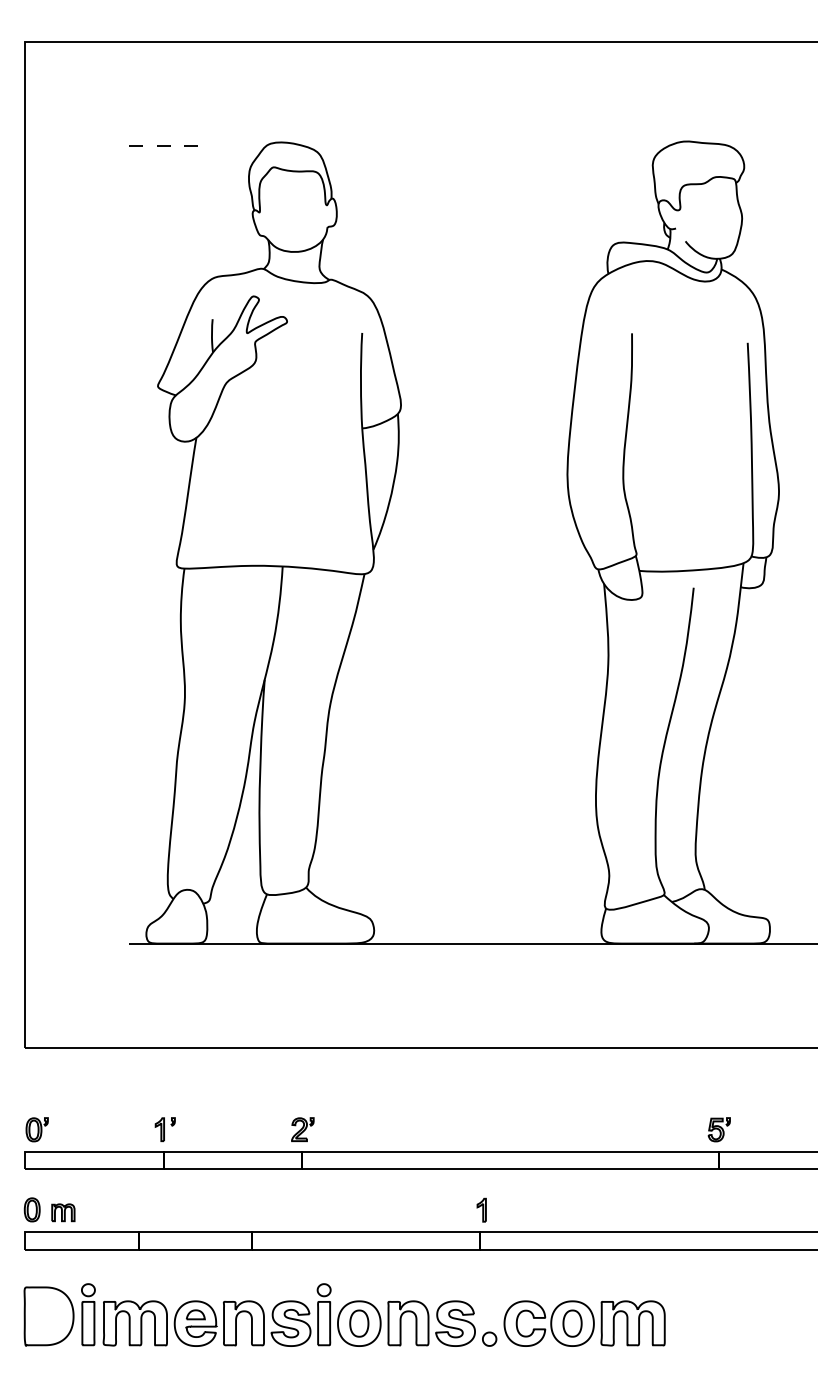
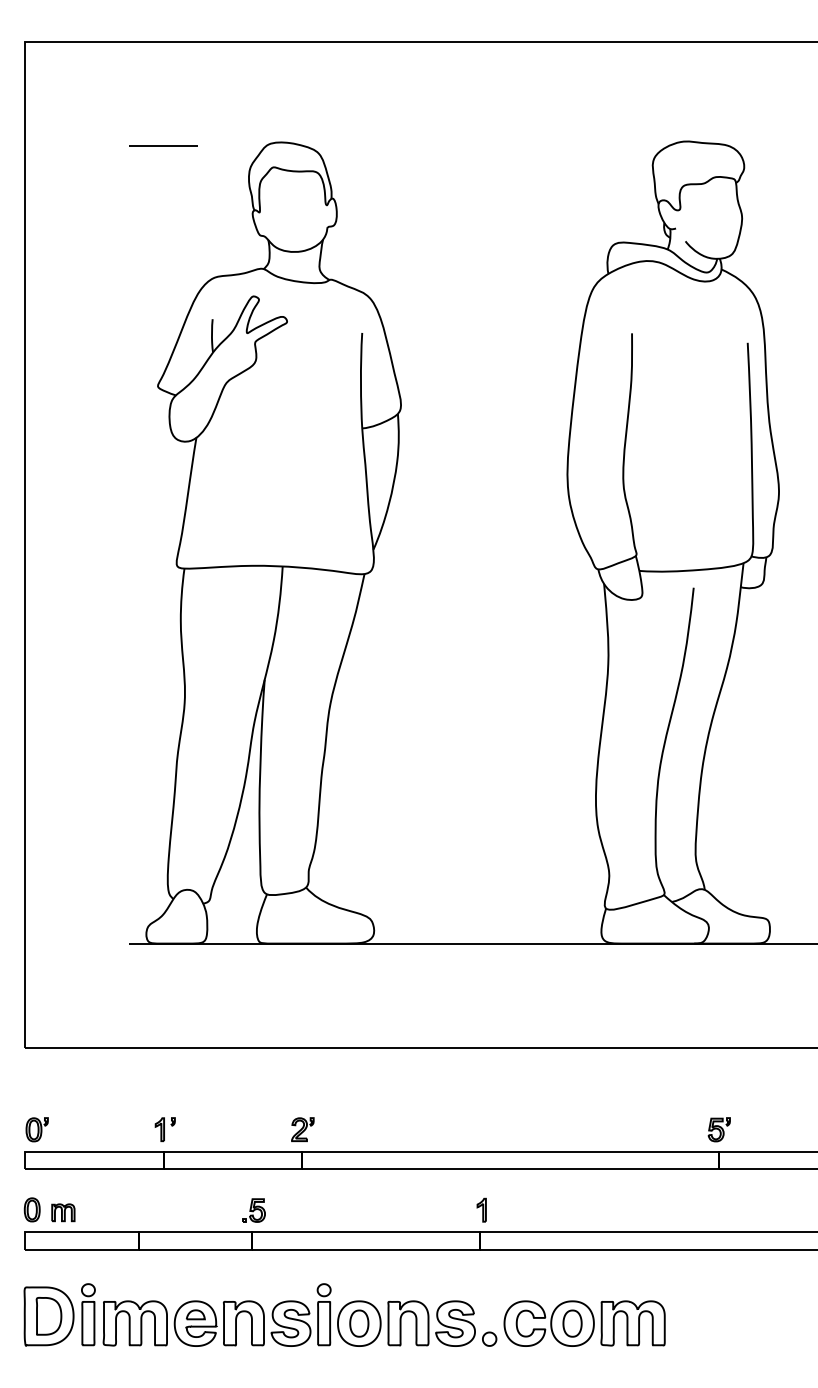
line at (163, 145): dashed -> solid
part at (253, 1210): none -> present
part at (48, 1316): none -> present
